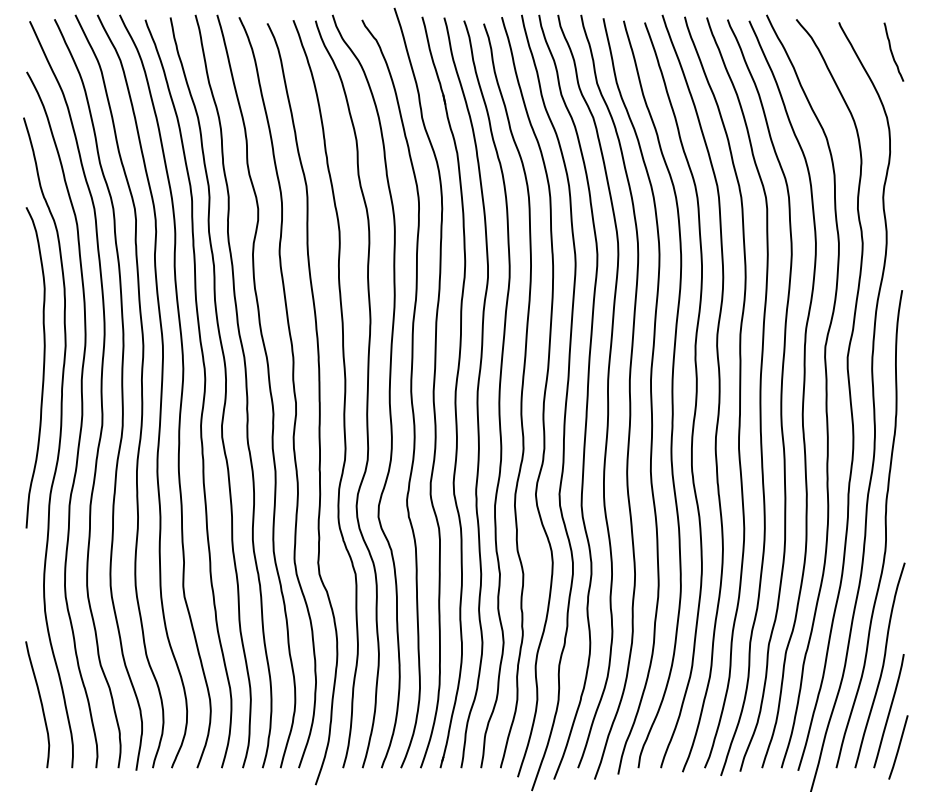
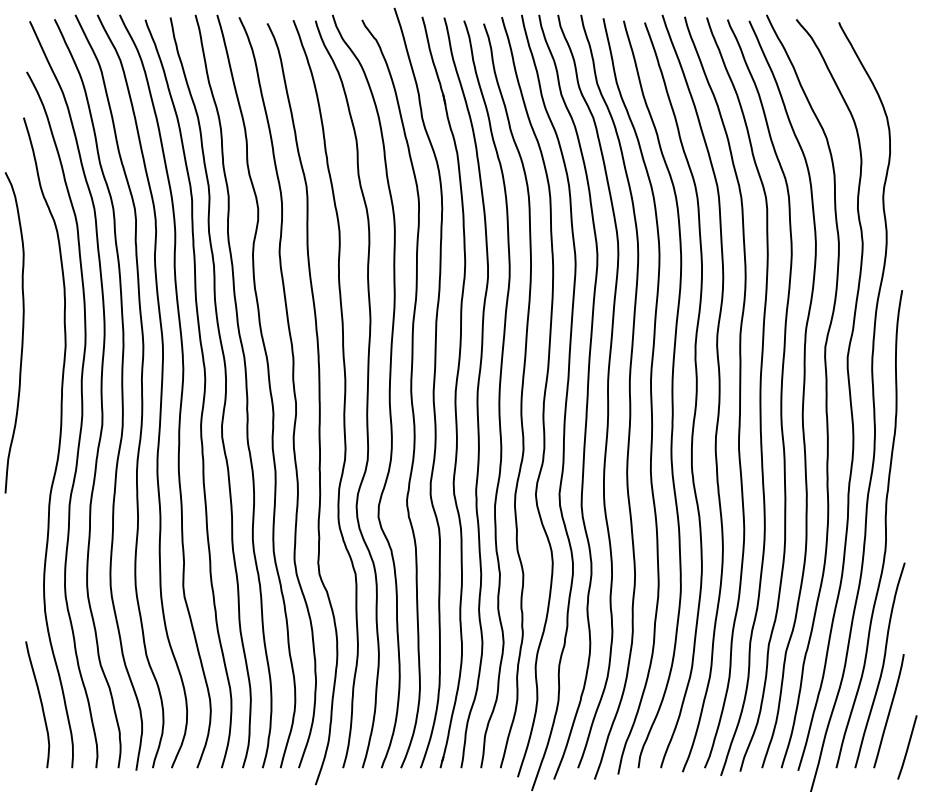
curve at (892, 51): present -> none
curve at (43, 367) position: (43, 367) -> (22, 332)
line at (898, 747) position: (898, 747) -> (907, 747)
